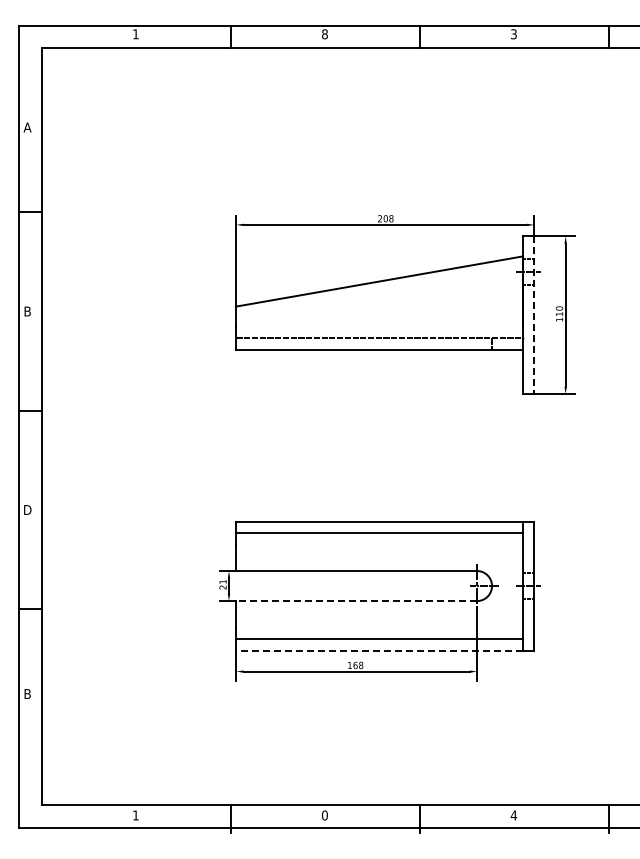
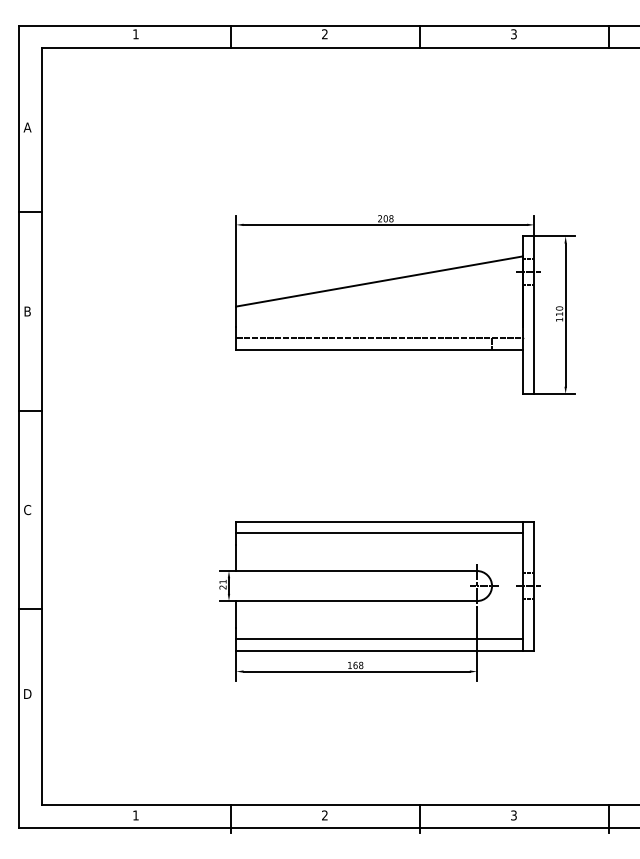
text at (324, 34): 8 -> 2
line at (534, 315): dashed -> solid
text at (27, 509): D -> C
line at (356, 601): dashed -> solid
line at (379, 650): dashed -> solid
text at (27, 693): B -> D
text at (324, 815): 0 -> 2
text at (513, 815): 4 -> 3
